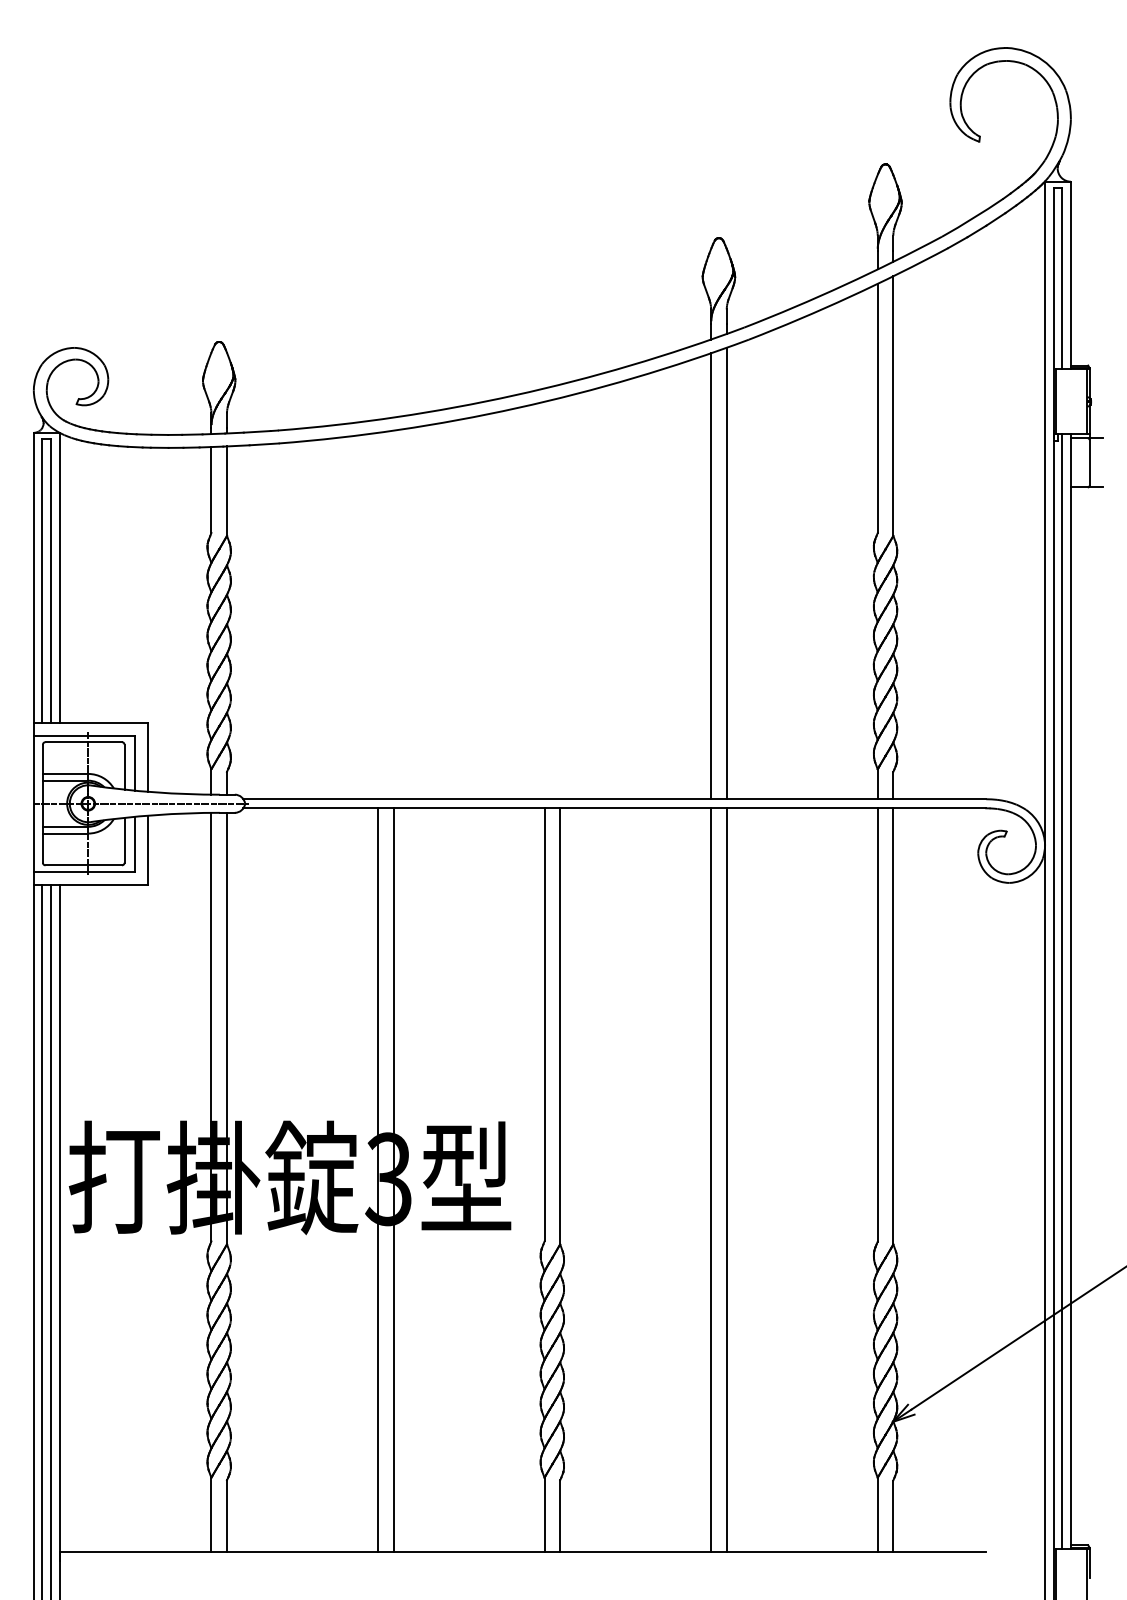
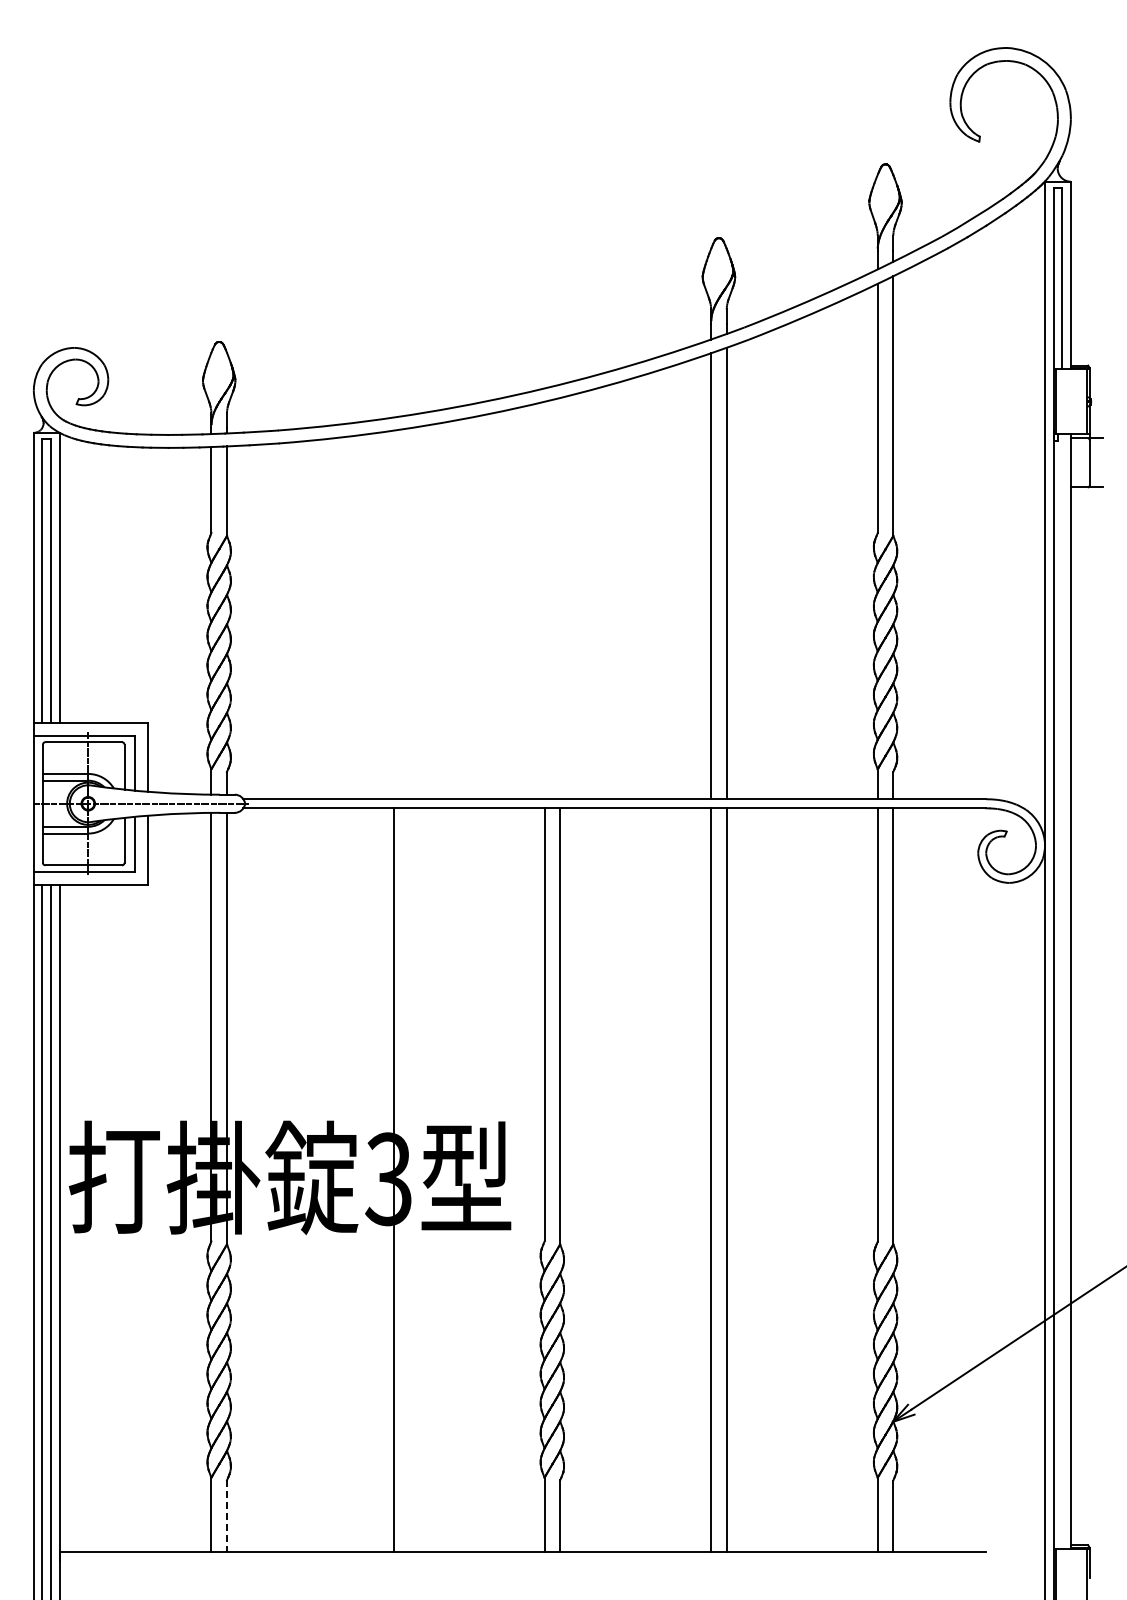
line at (1062, 991): present -> none
line at (378, 1179): present -> none
line at (226, 1516): solid -> dashed
